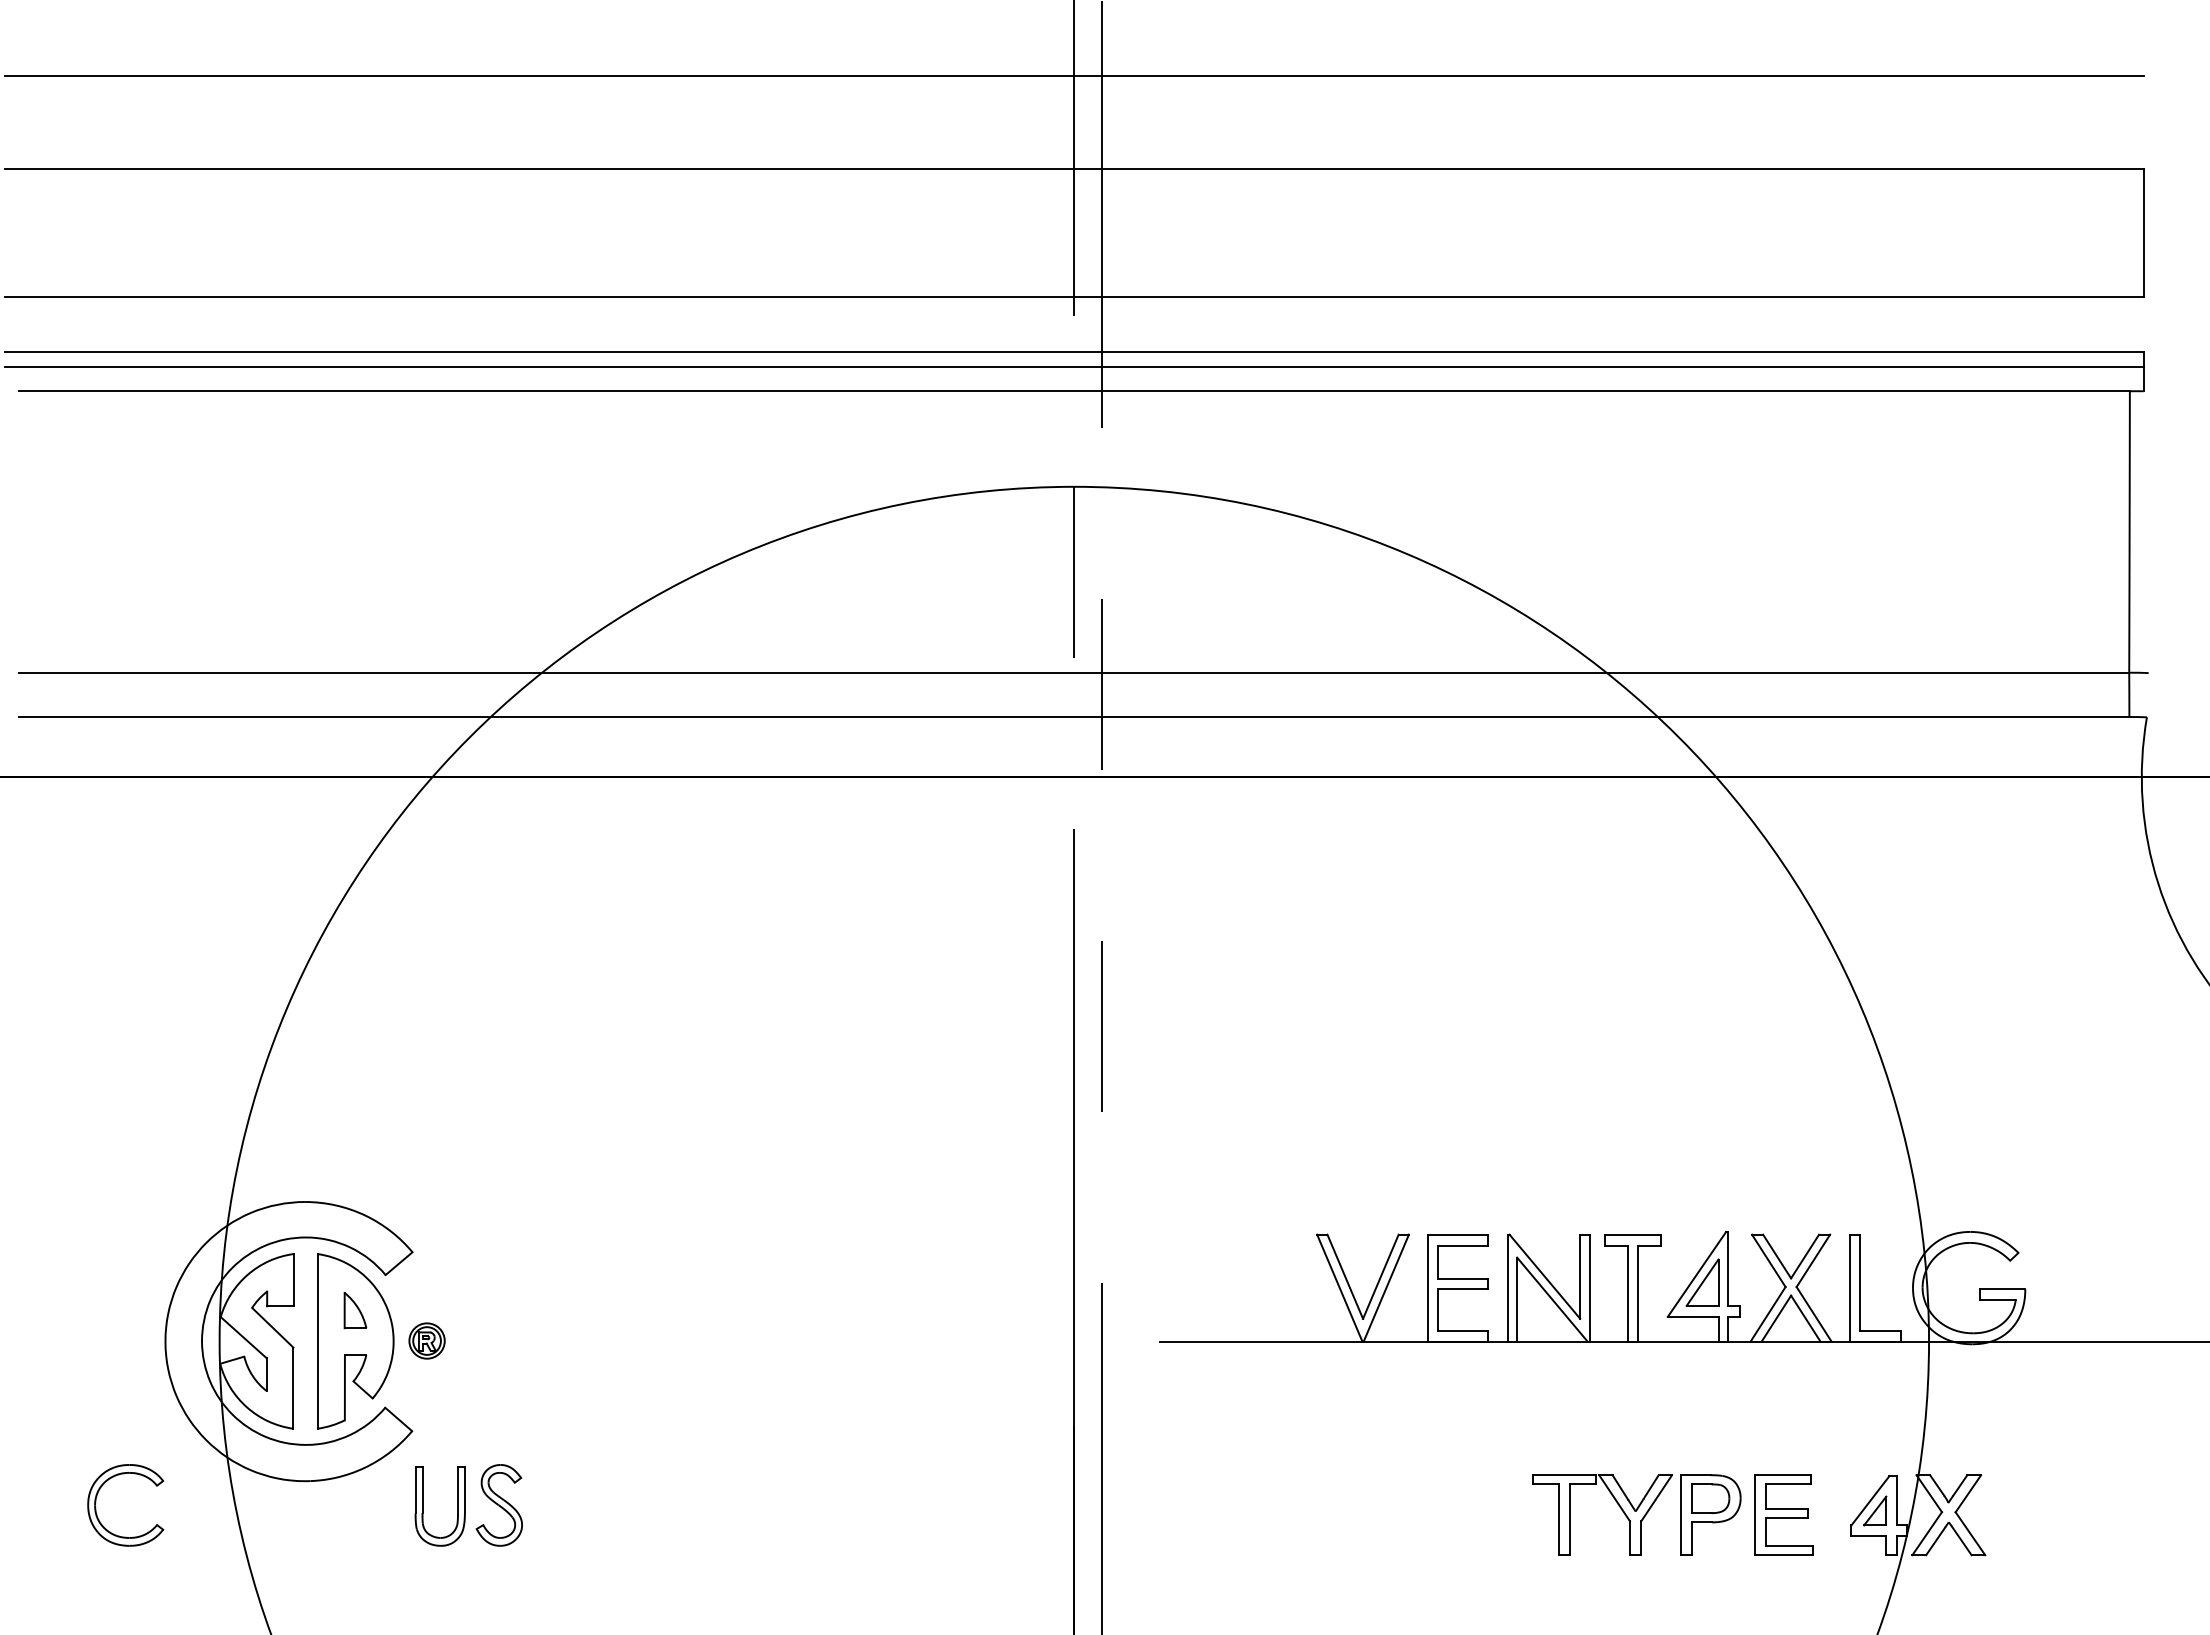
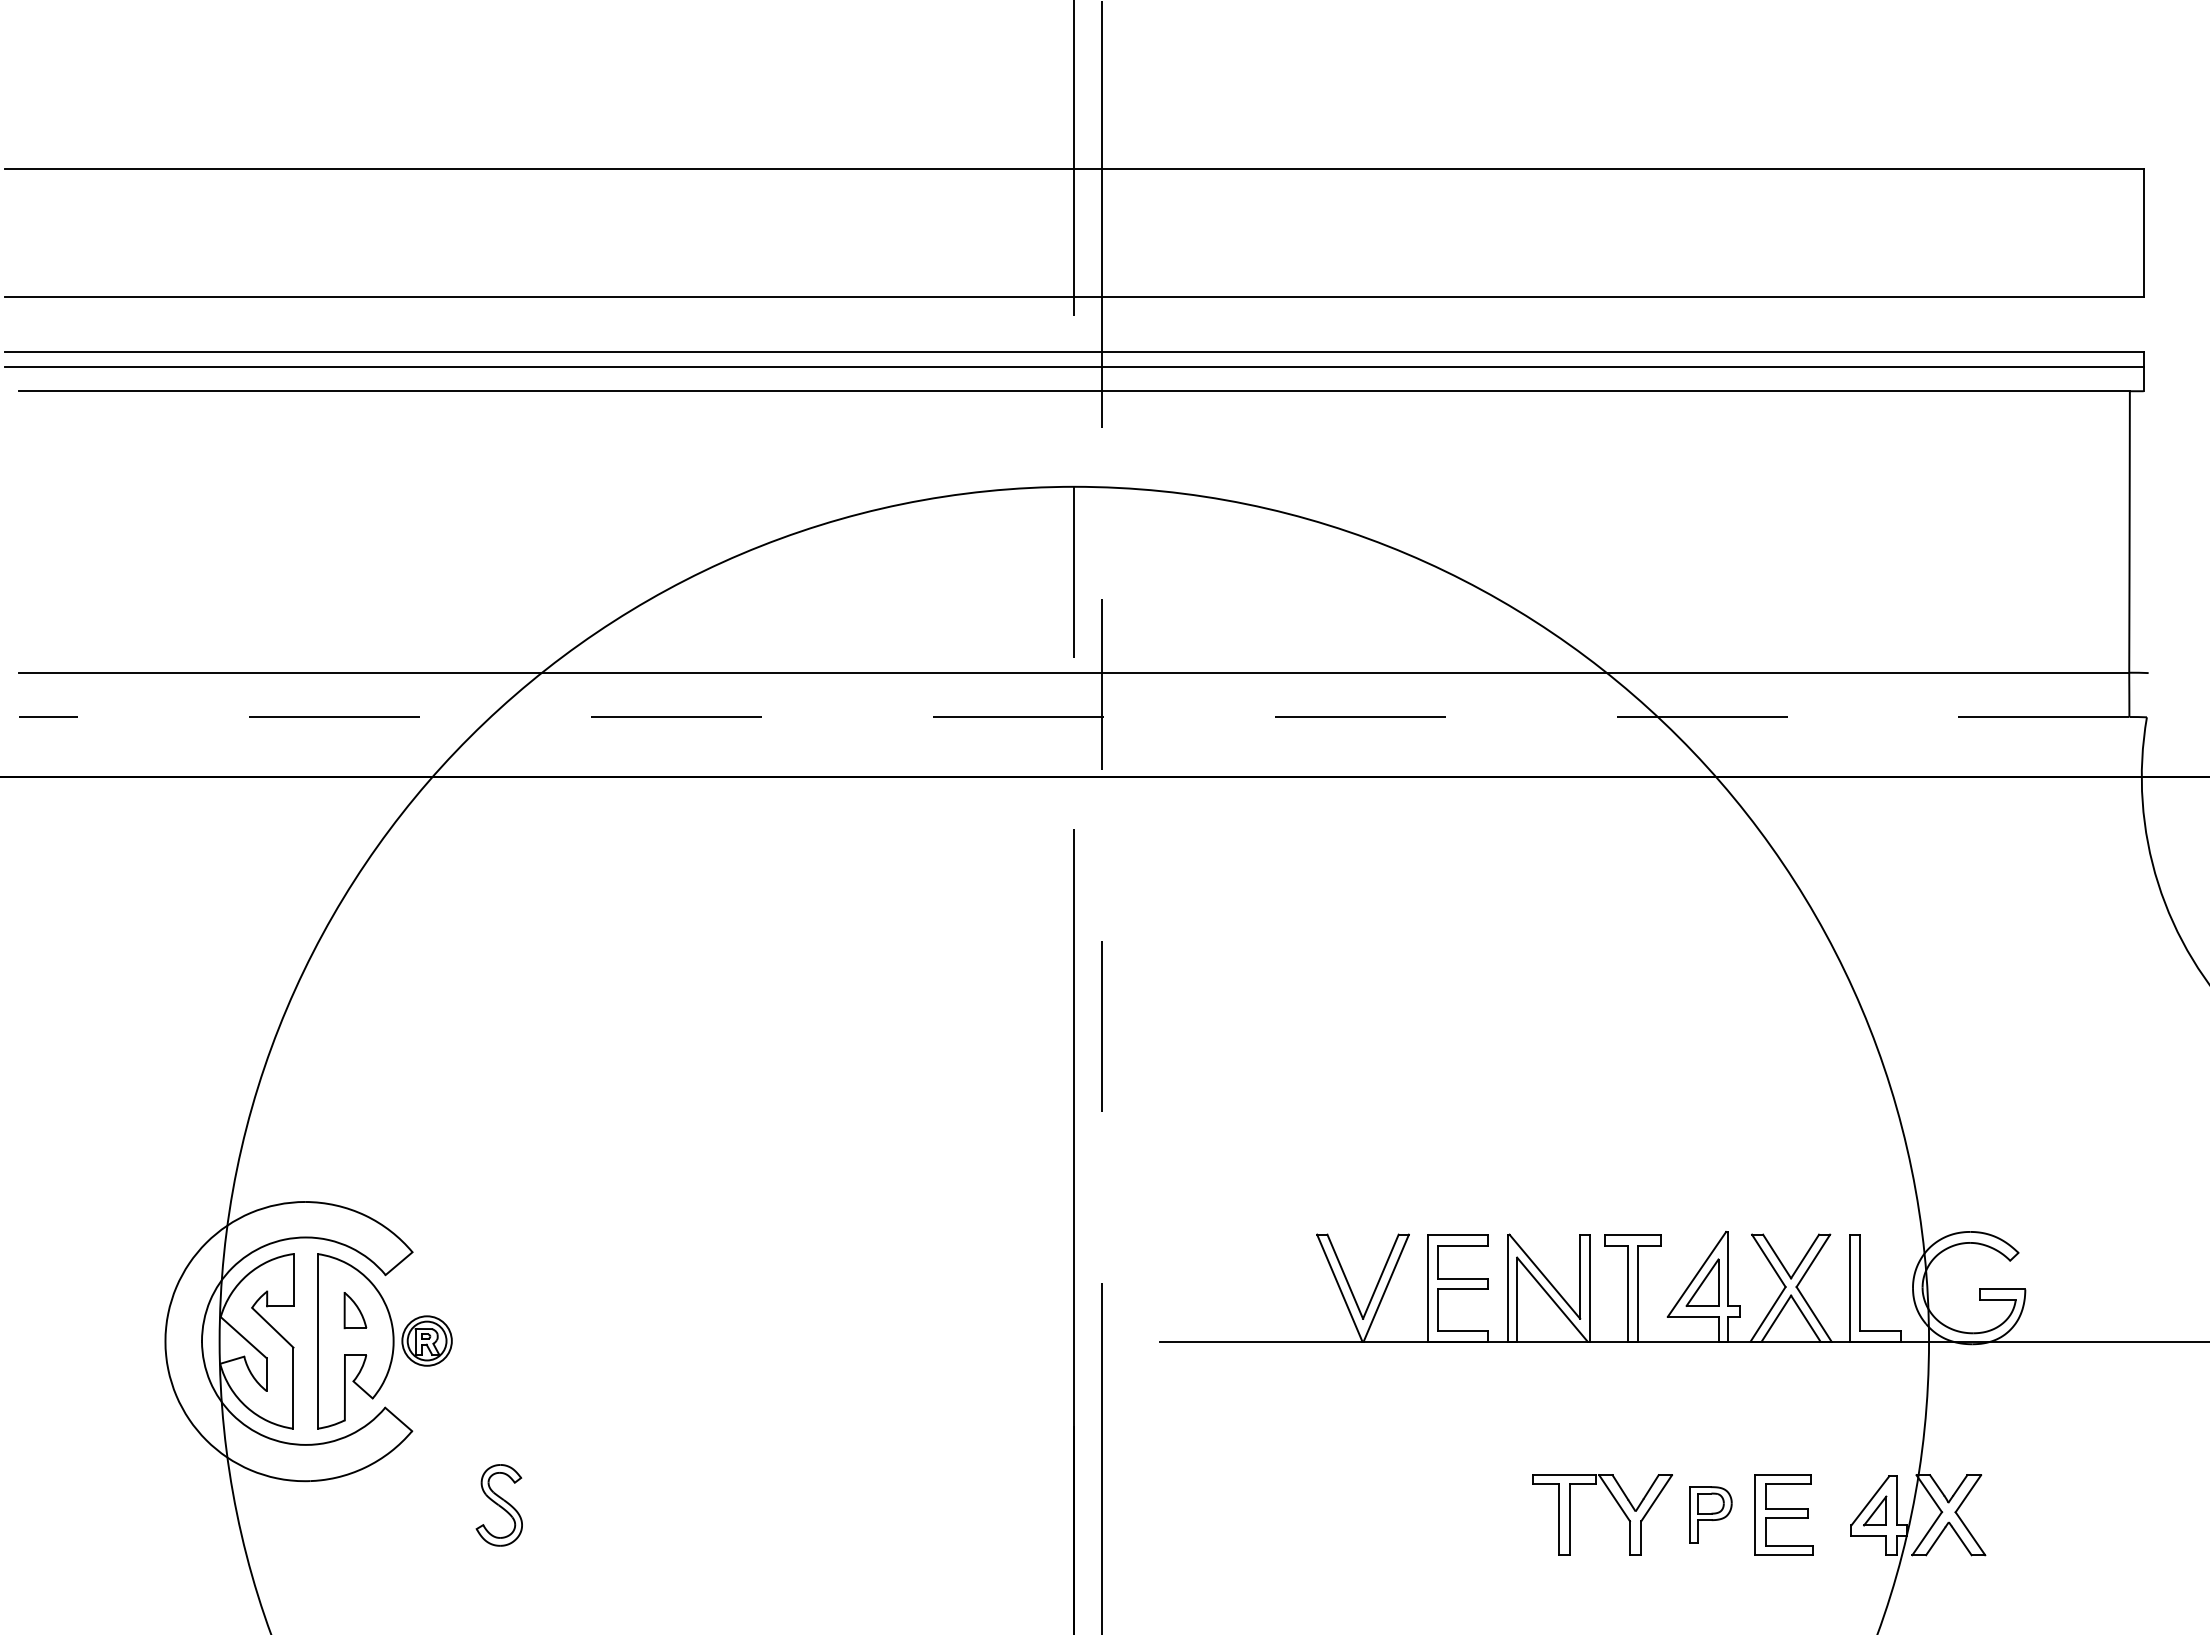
line at (1073, 75): present -> none
line at (1073, 717): solid -> dashed
part at (426, 1340) size: 38x38 px -> 52x52 px
part at (423, 1506): present -> none
part at (96, 1507): present -> none
part at (1710, 1514) size: 62x82 px -> 44x58 px
